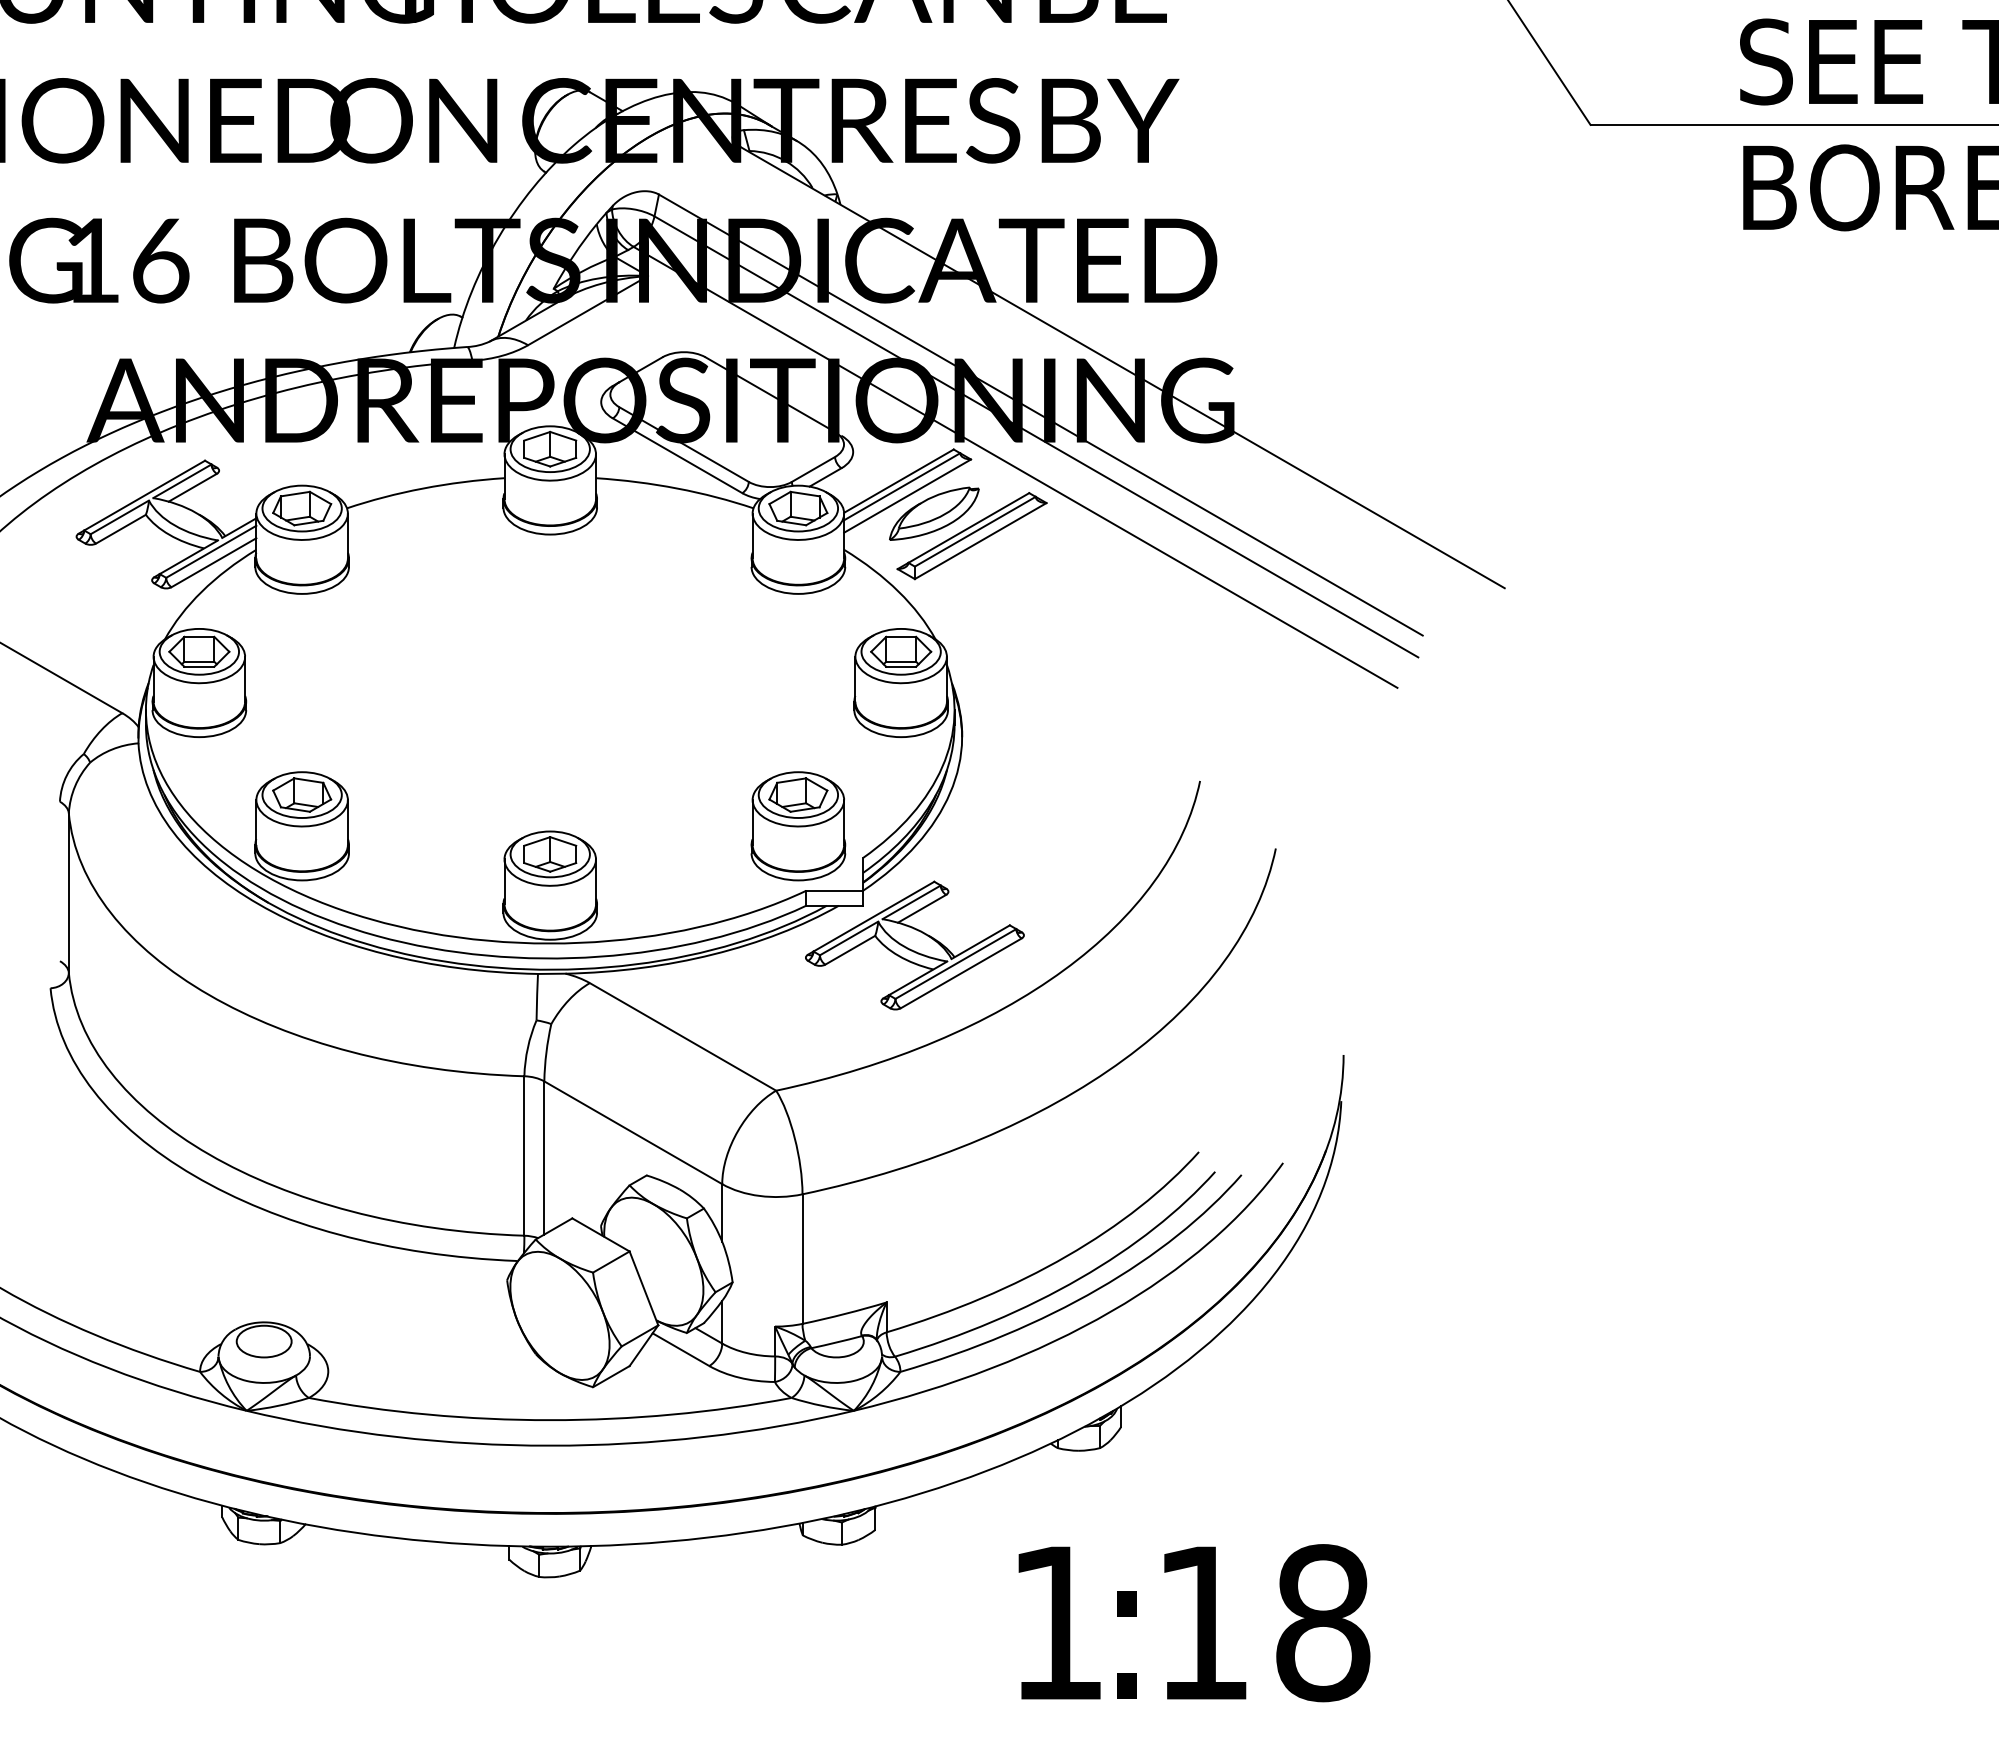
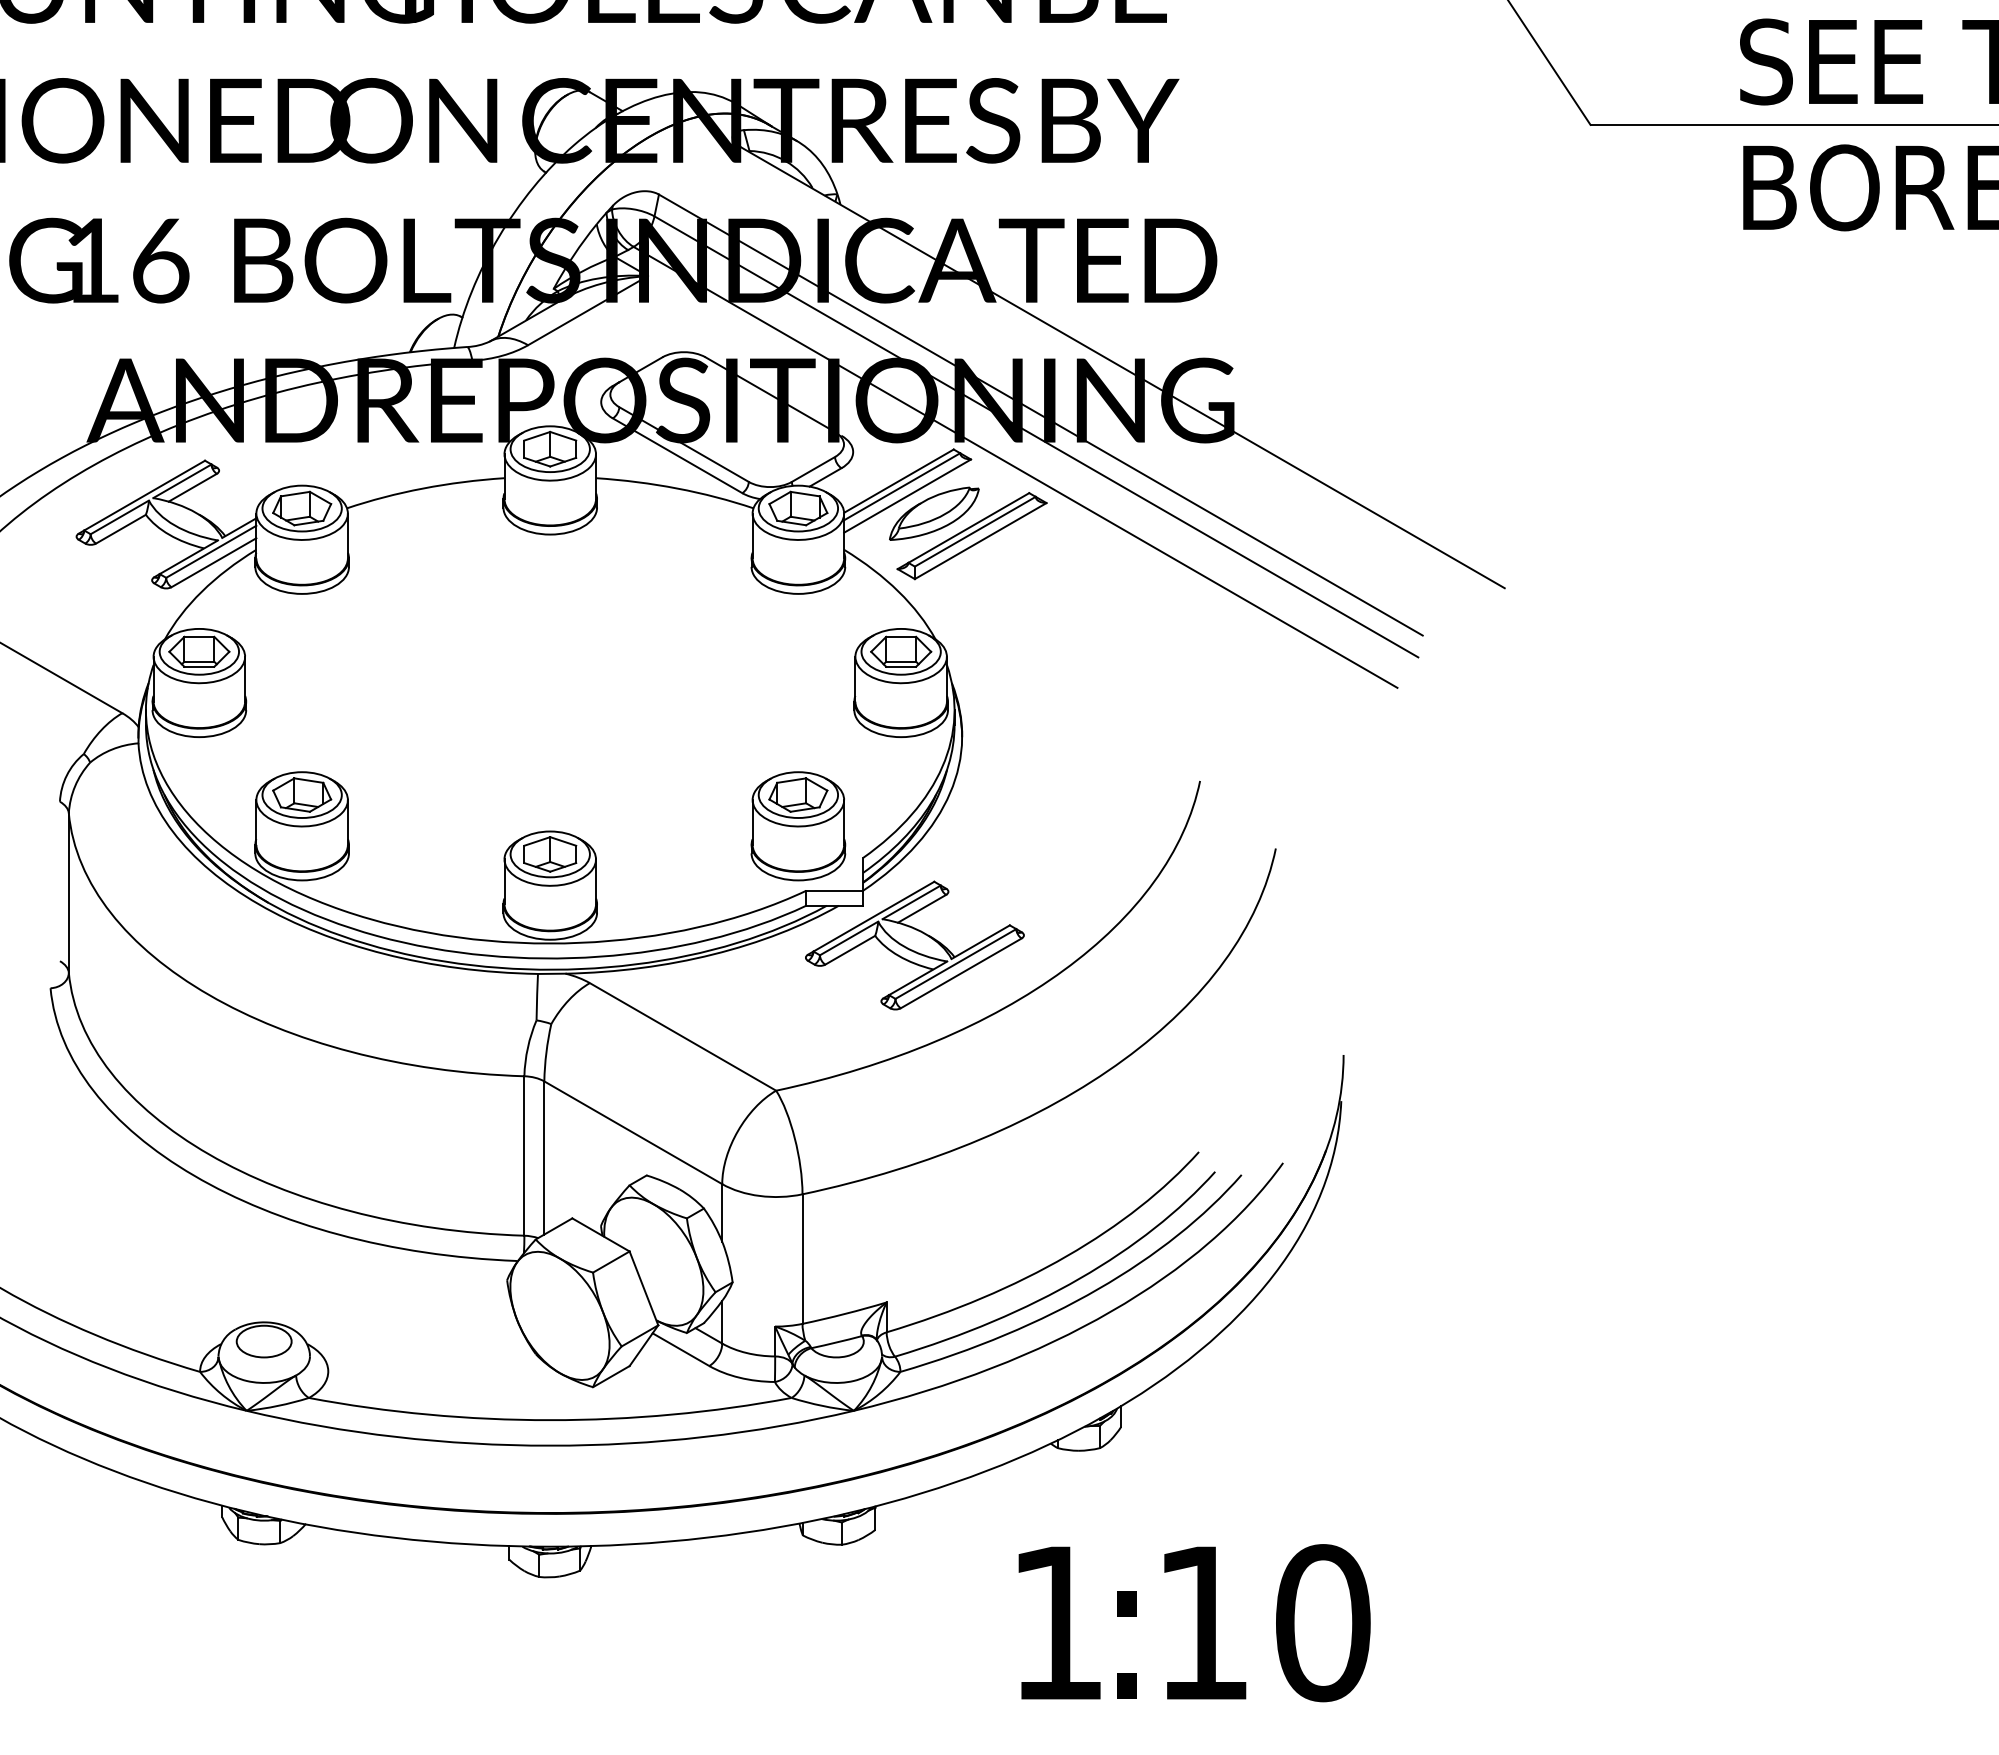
text at (1323, 1623): 18 -> 10
